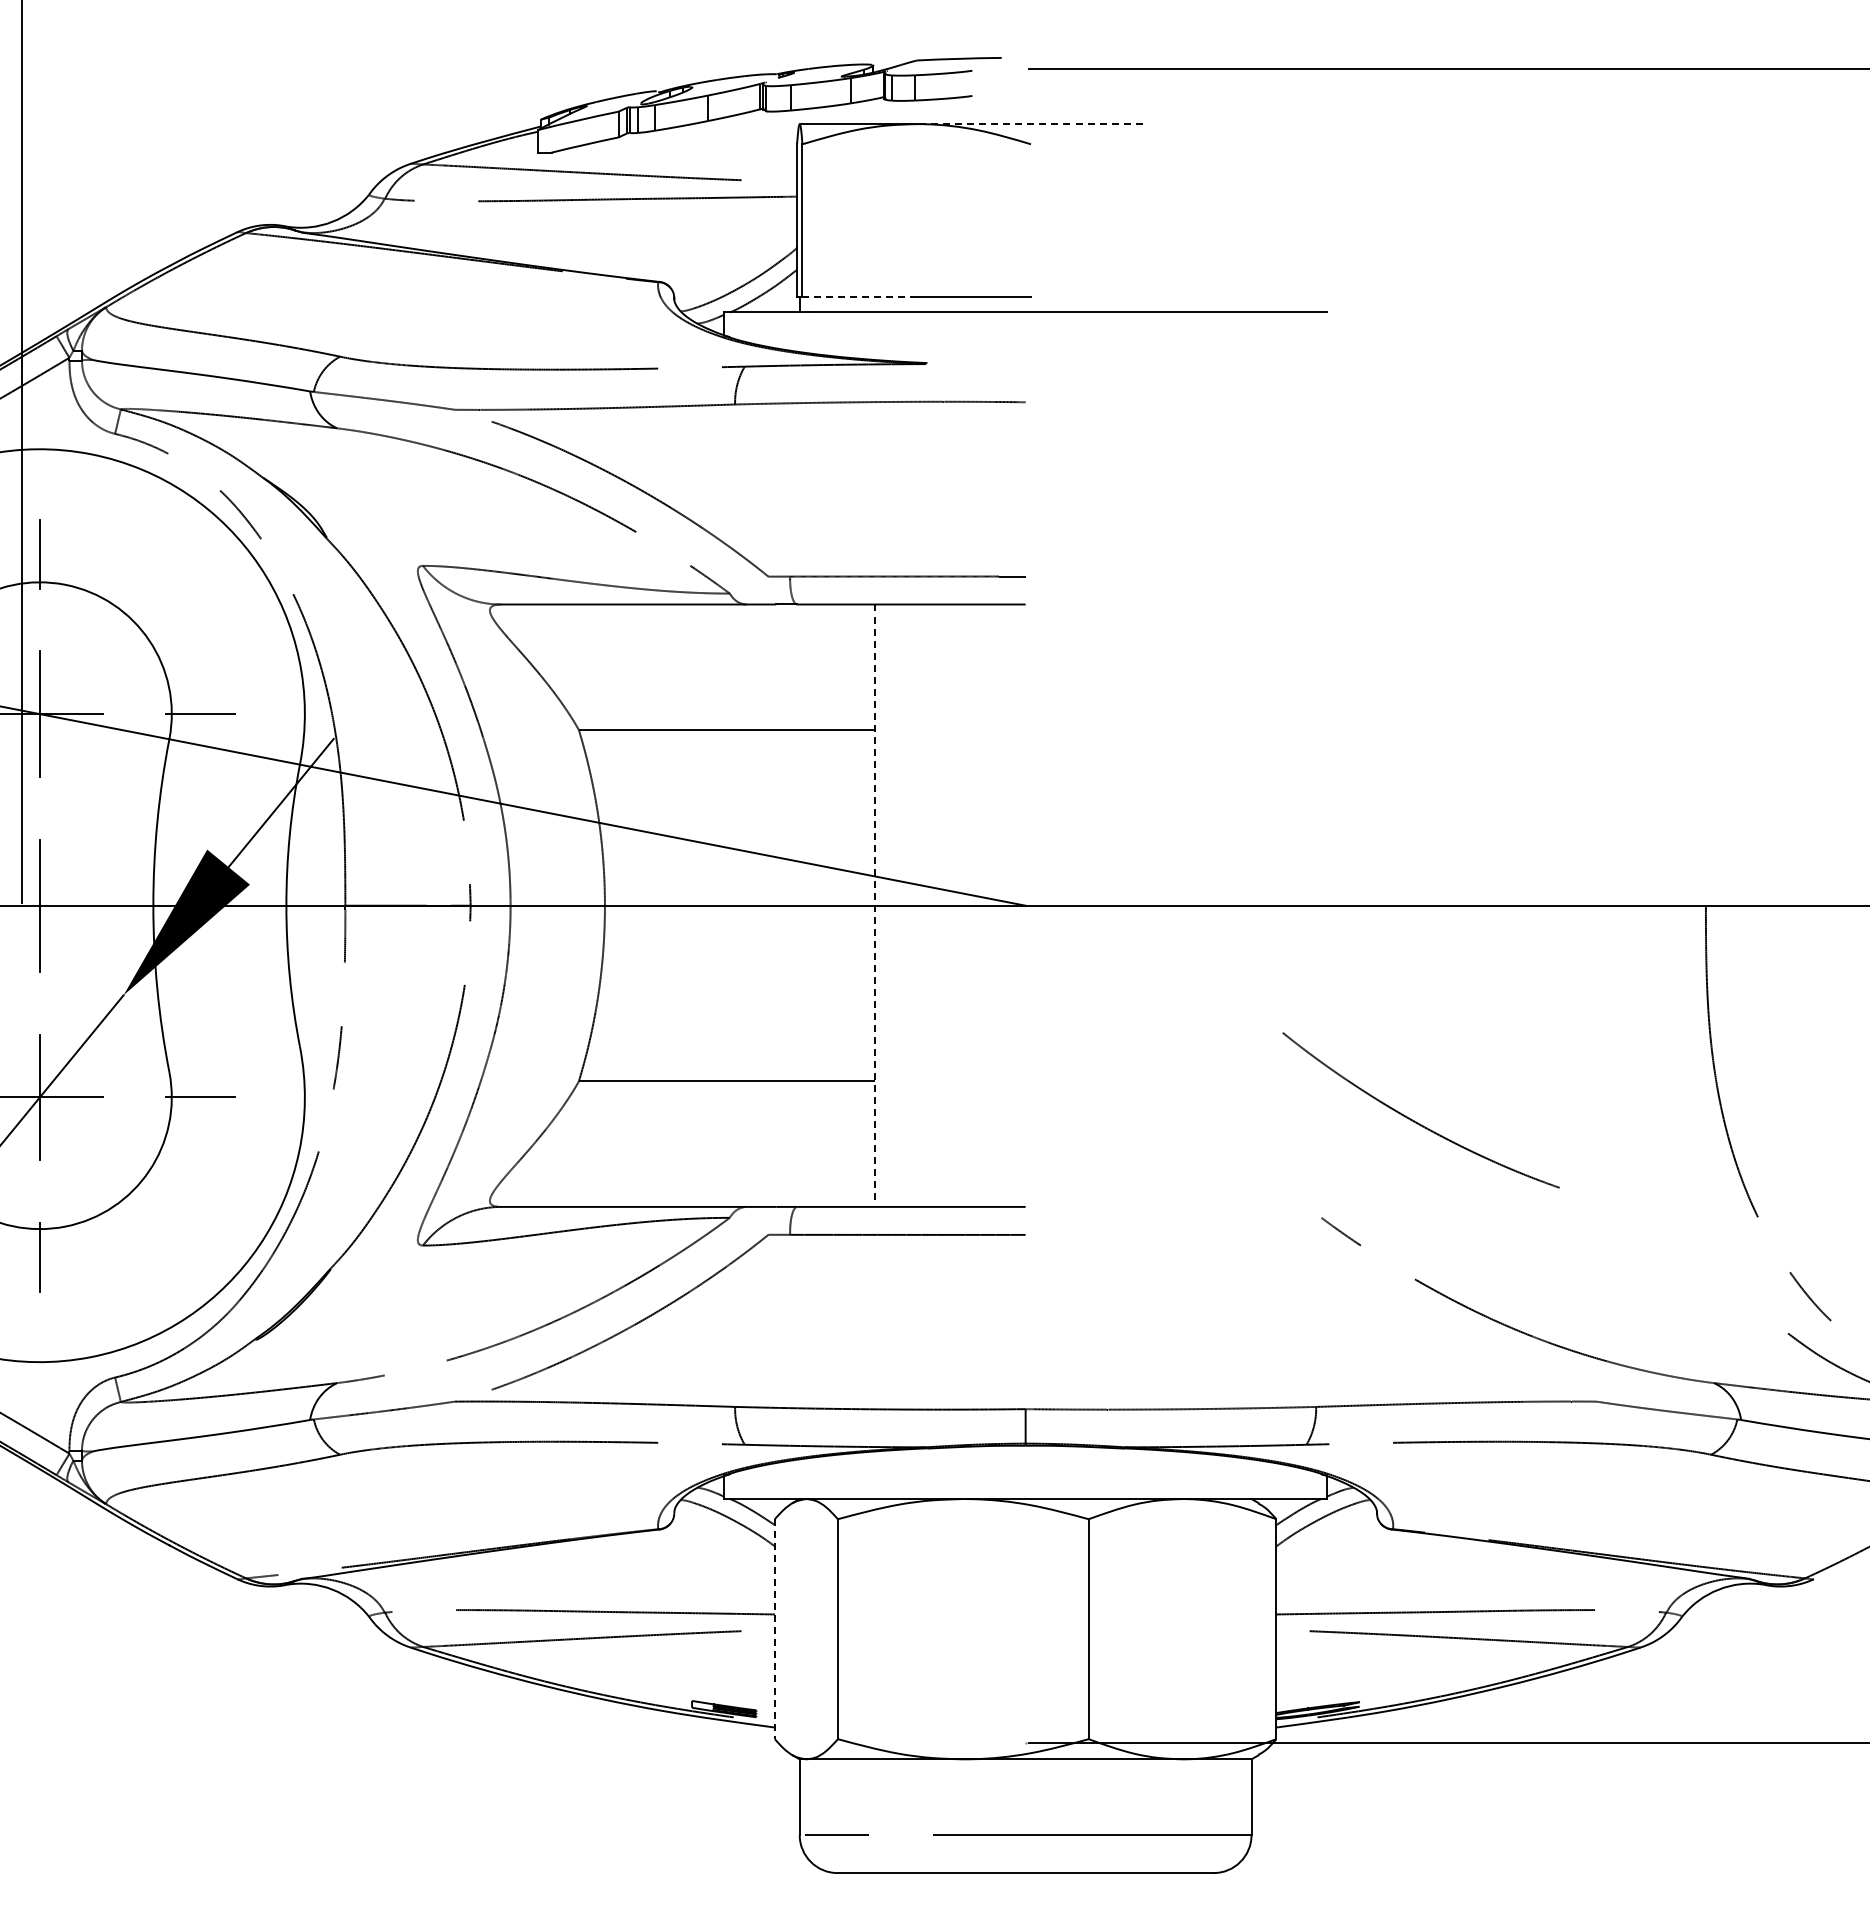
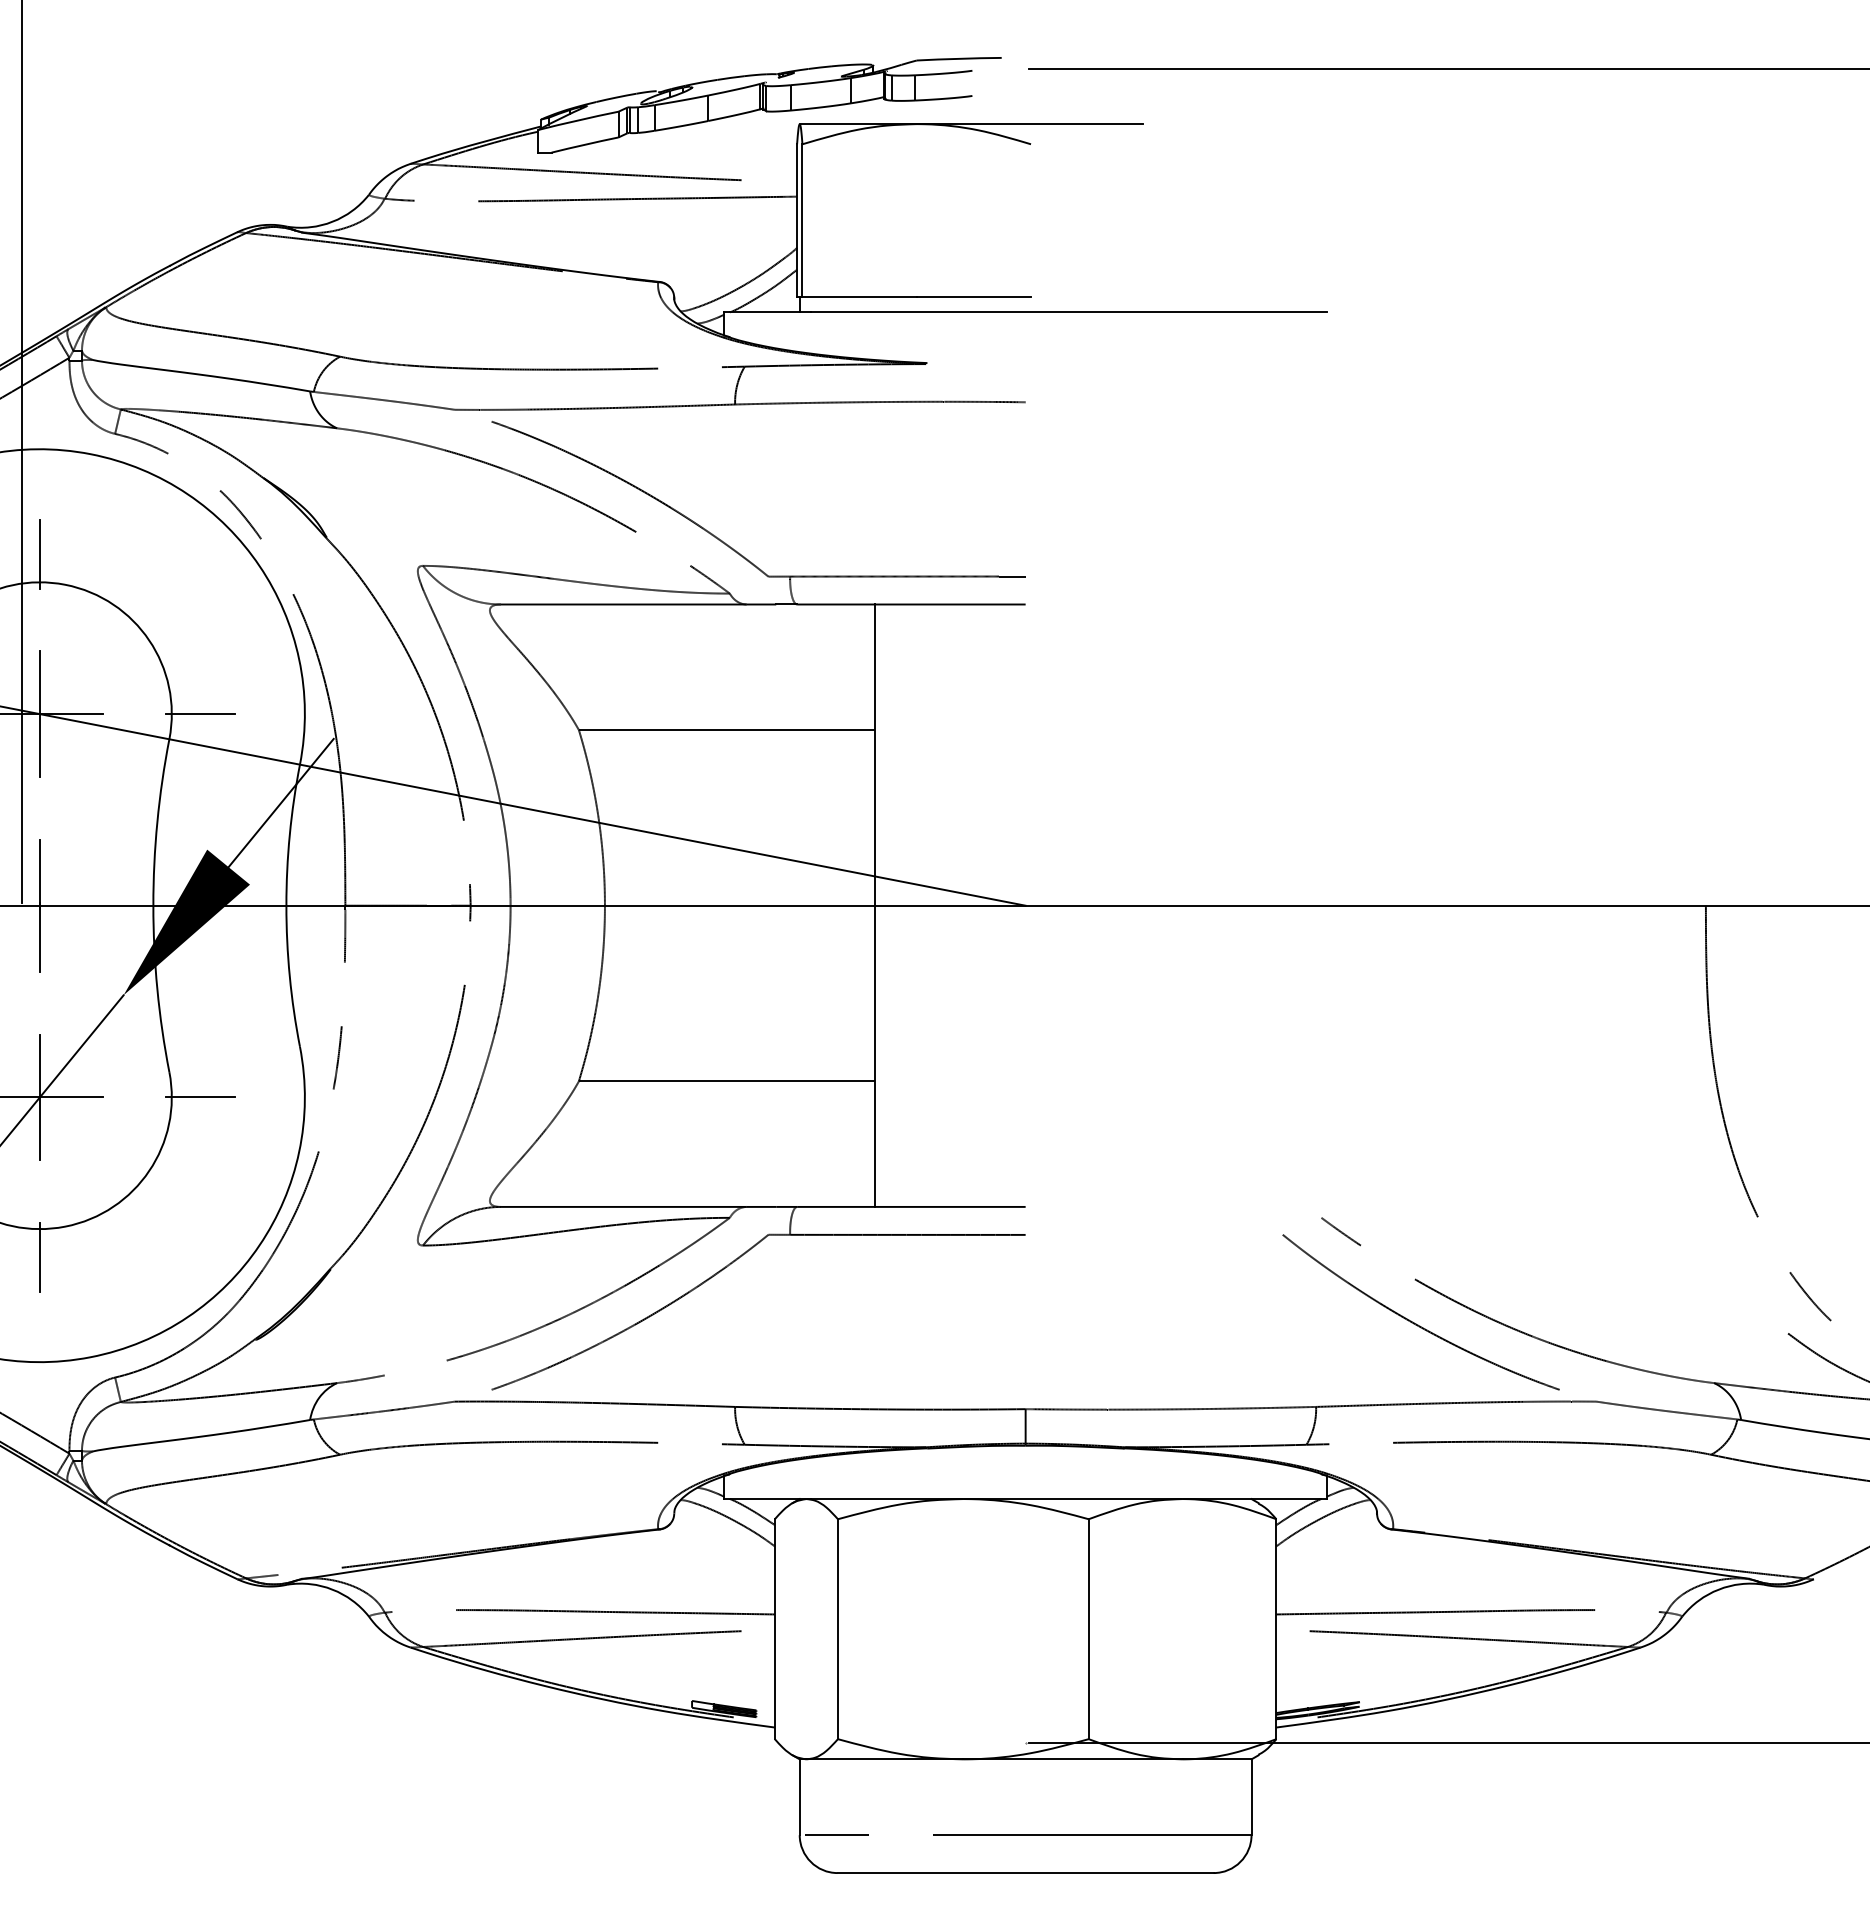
line at (1029, 124): dashed -> solid
line at (859, 297): dashed -> solid
line at (875, 906): dashed -> solid
curve at (1414, 1120) position: (1414, 1120) -> (1414, 1322)
line at (774, 1629): dashed -> solid
